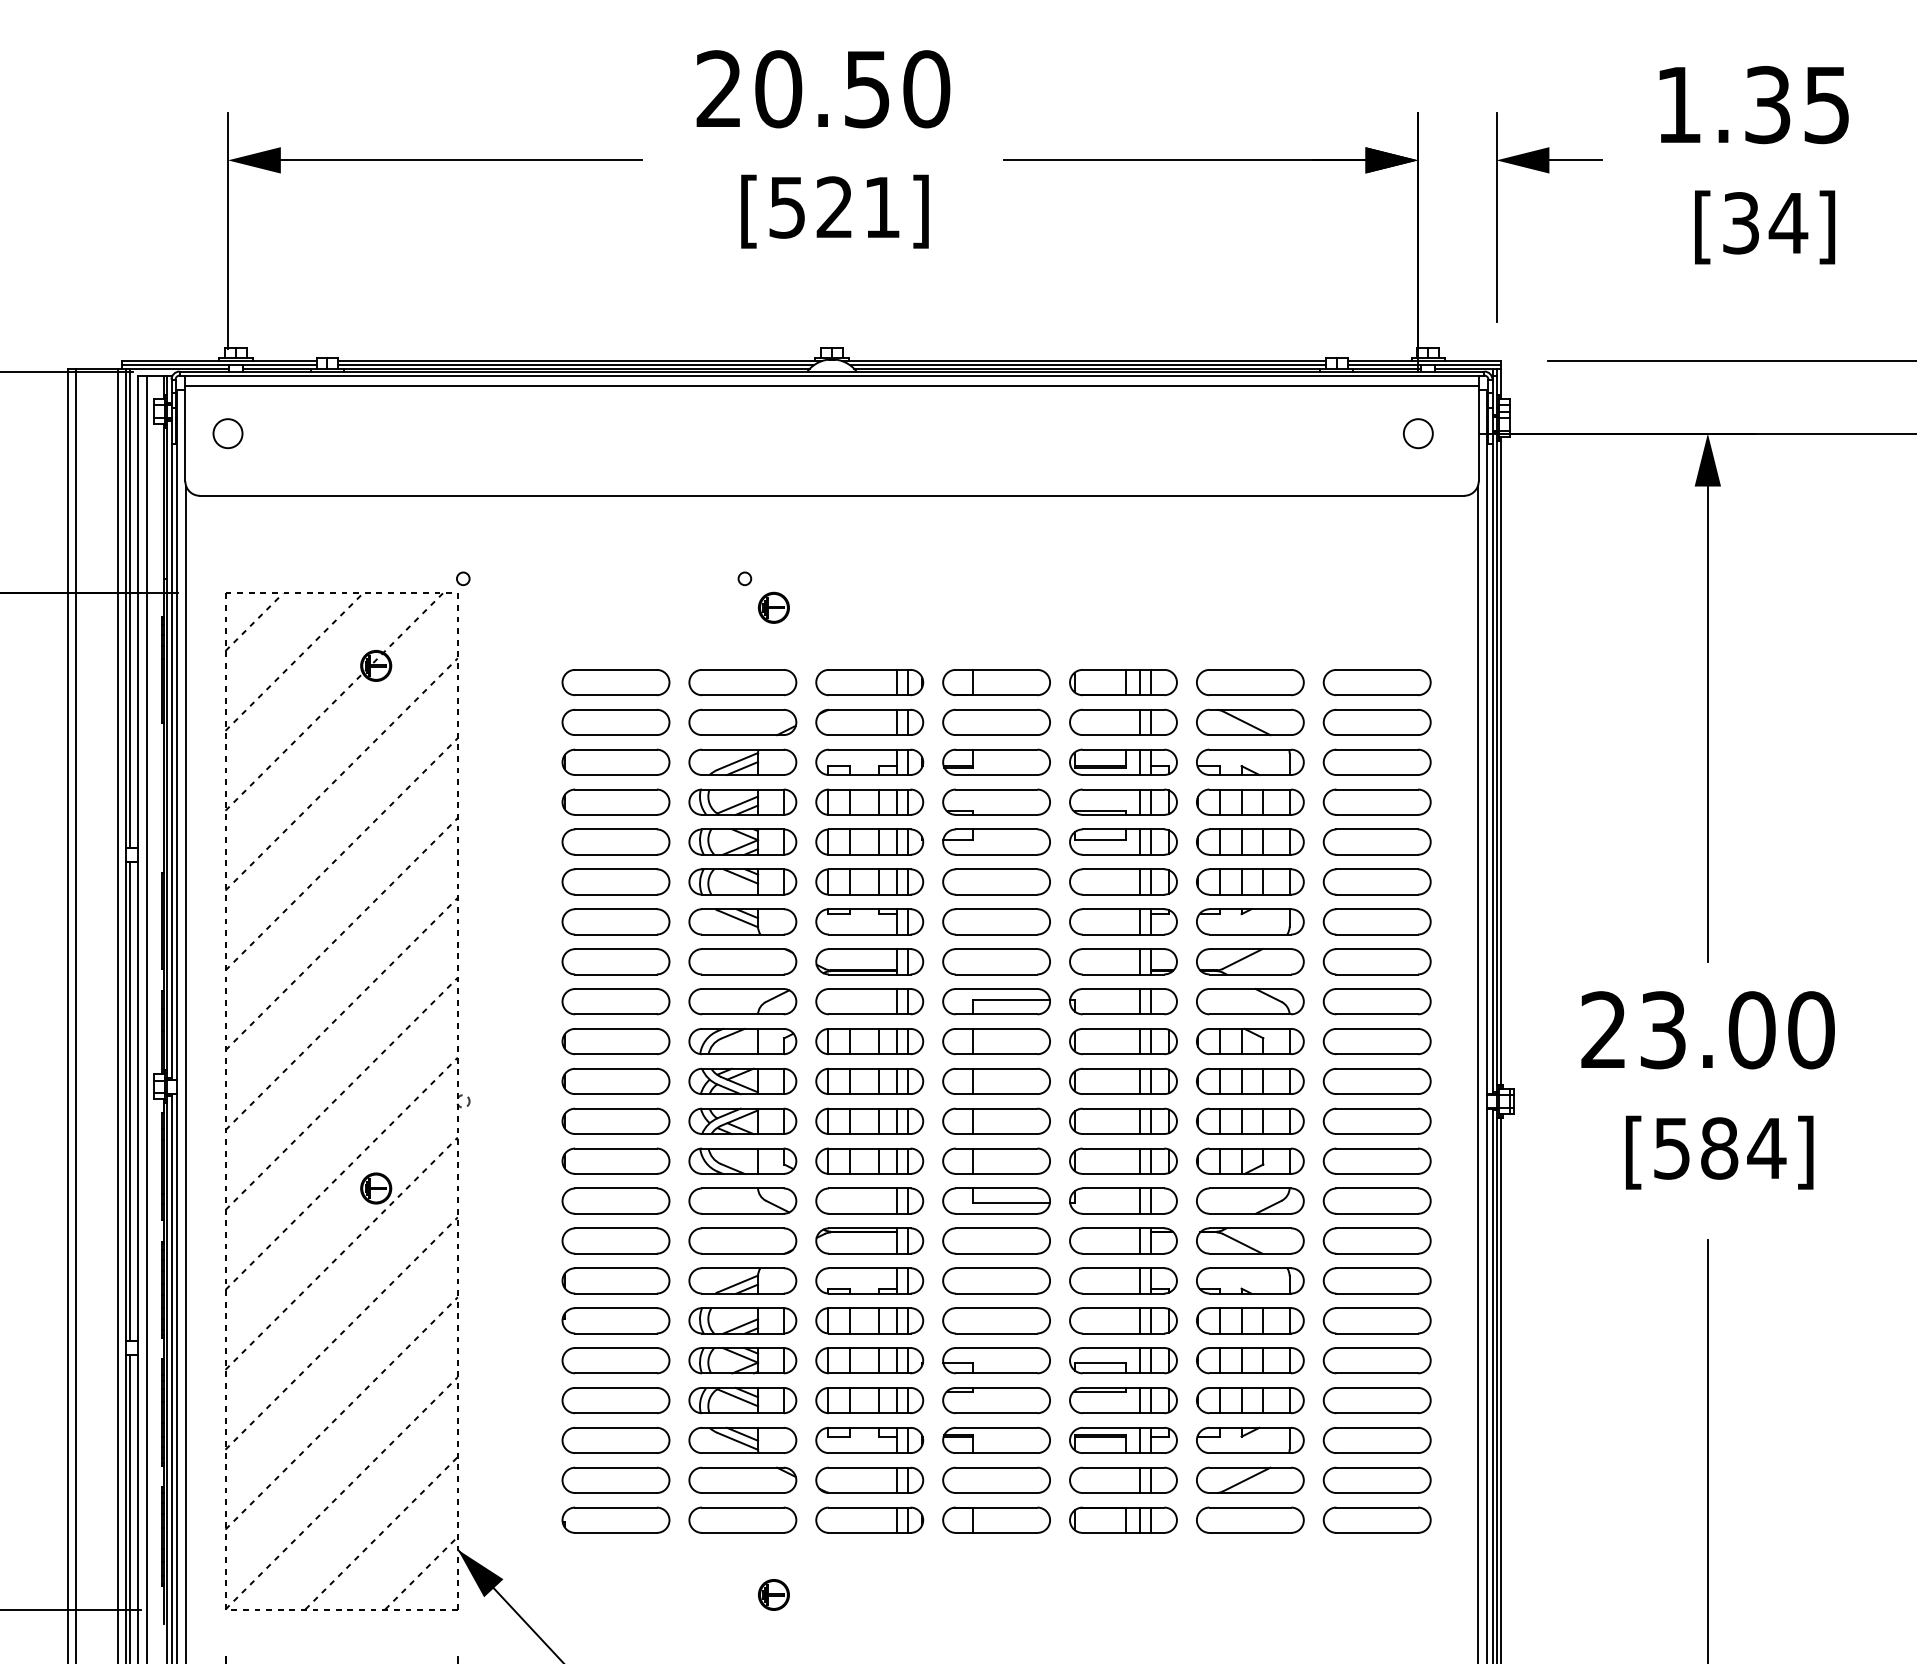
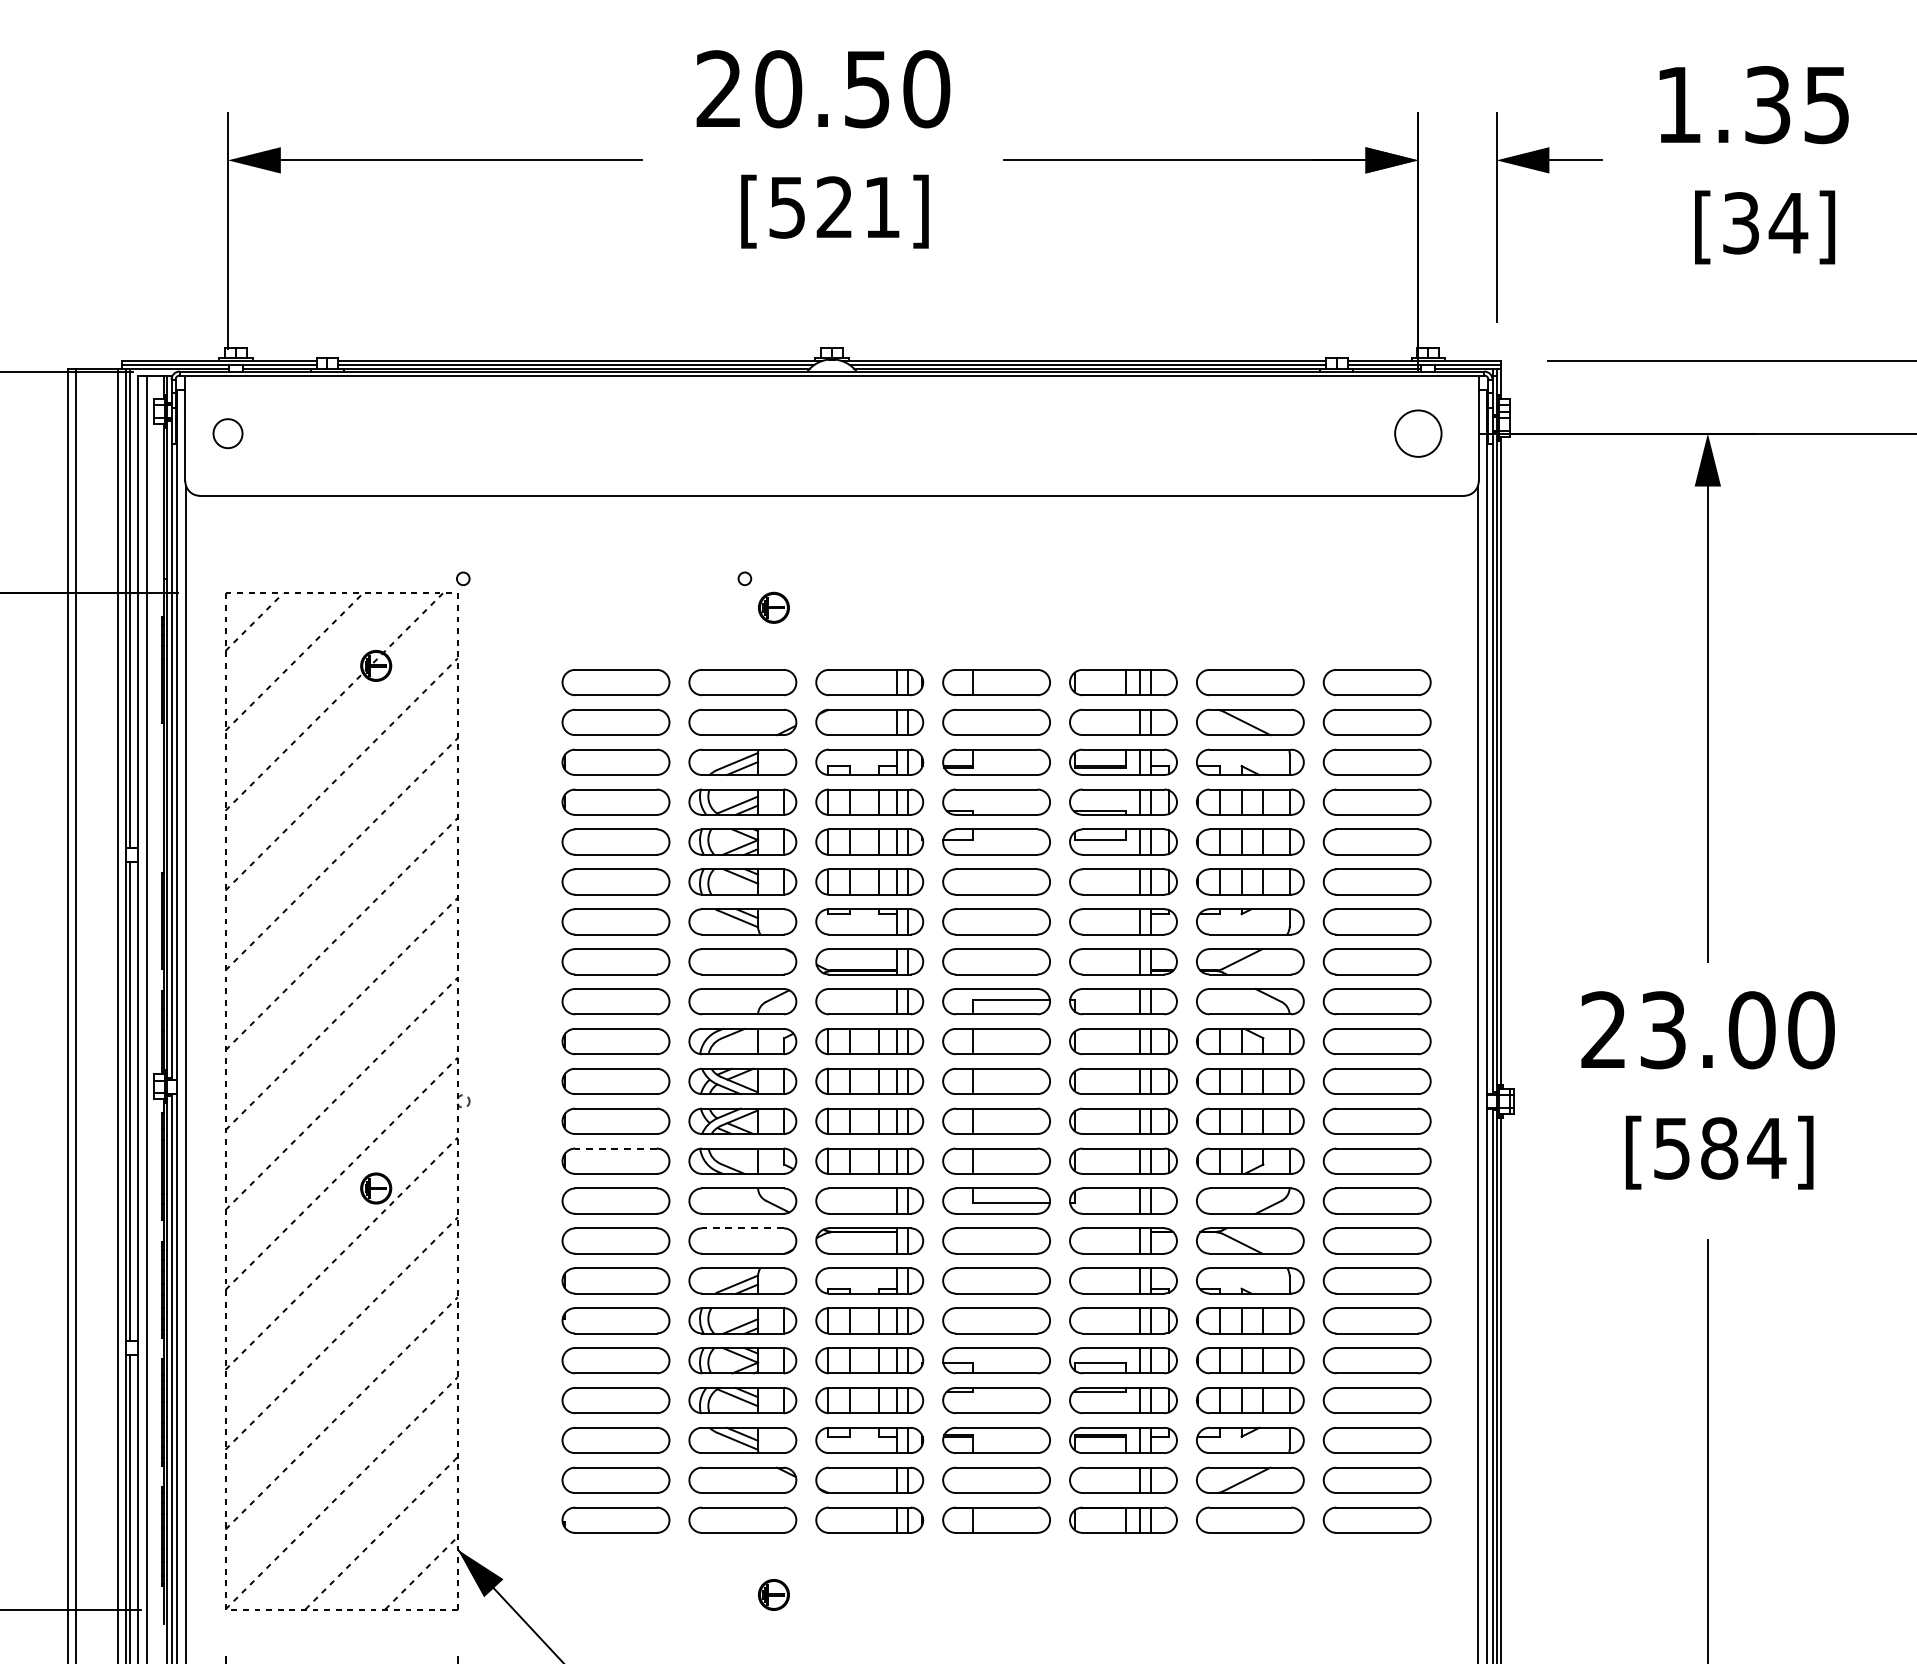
line at (831, 385): present -> none
circle at (1417, 433) diameter: 29 px -> 46 px
line at (616, 1148): solid -> dashed
line at (742, 1228): solid -> dashed
